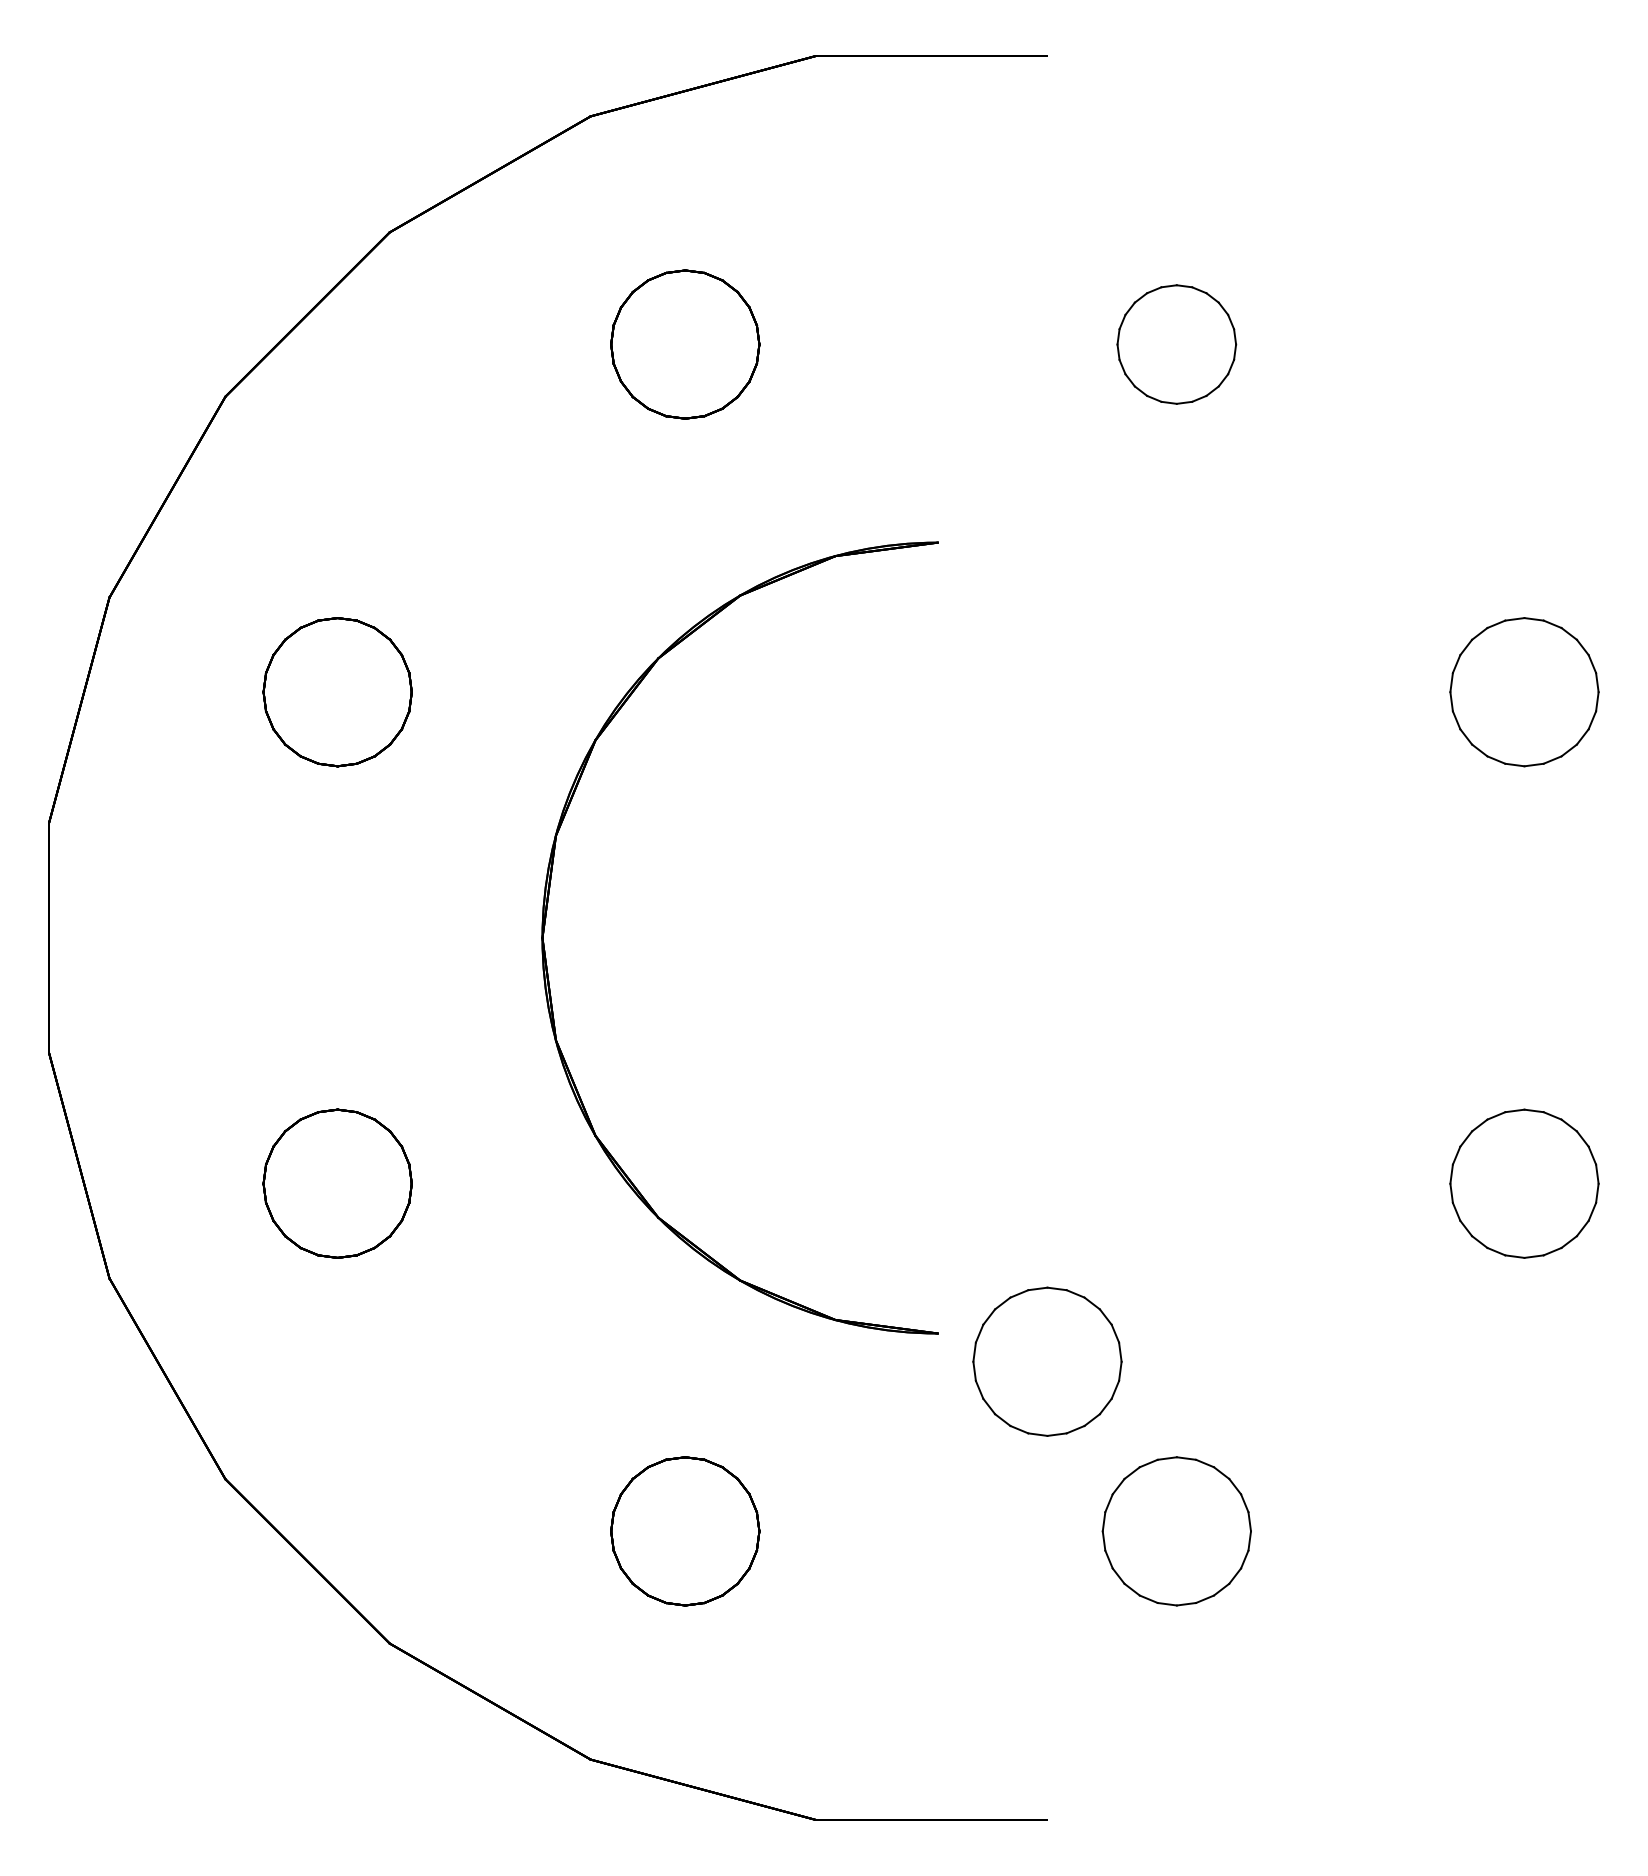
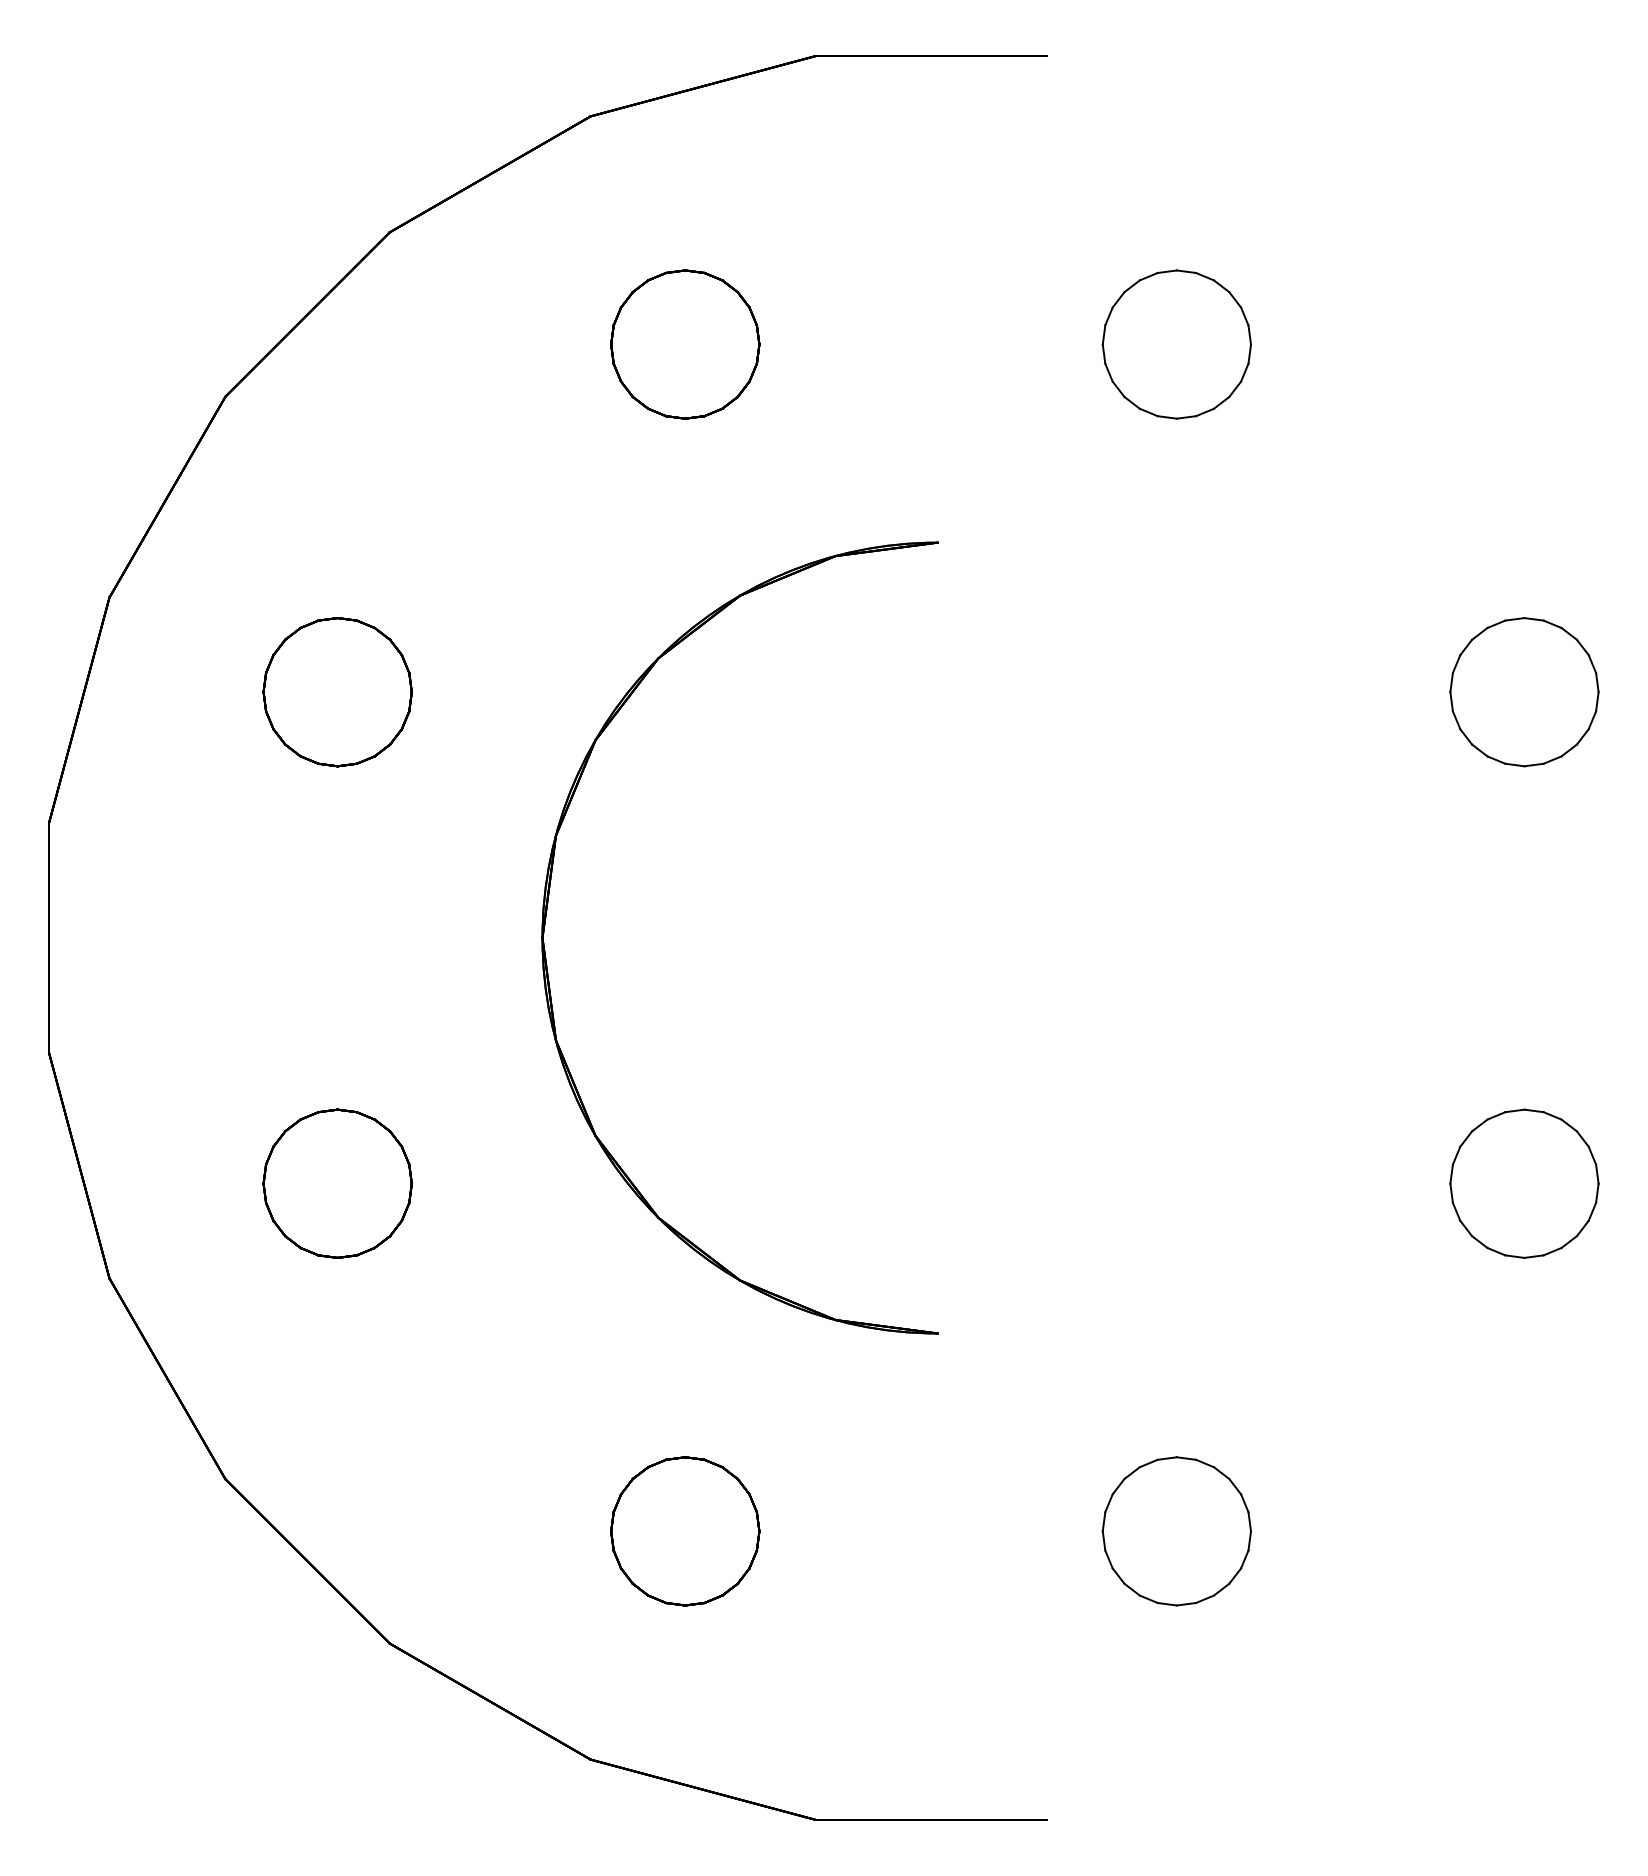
part at (1176, 344) size: 122x121 px -> 151x151 px
part at (1047, 1361): present -> none
